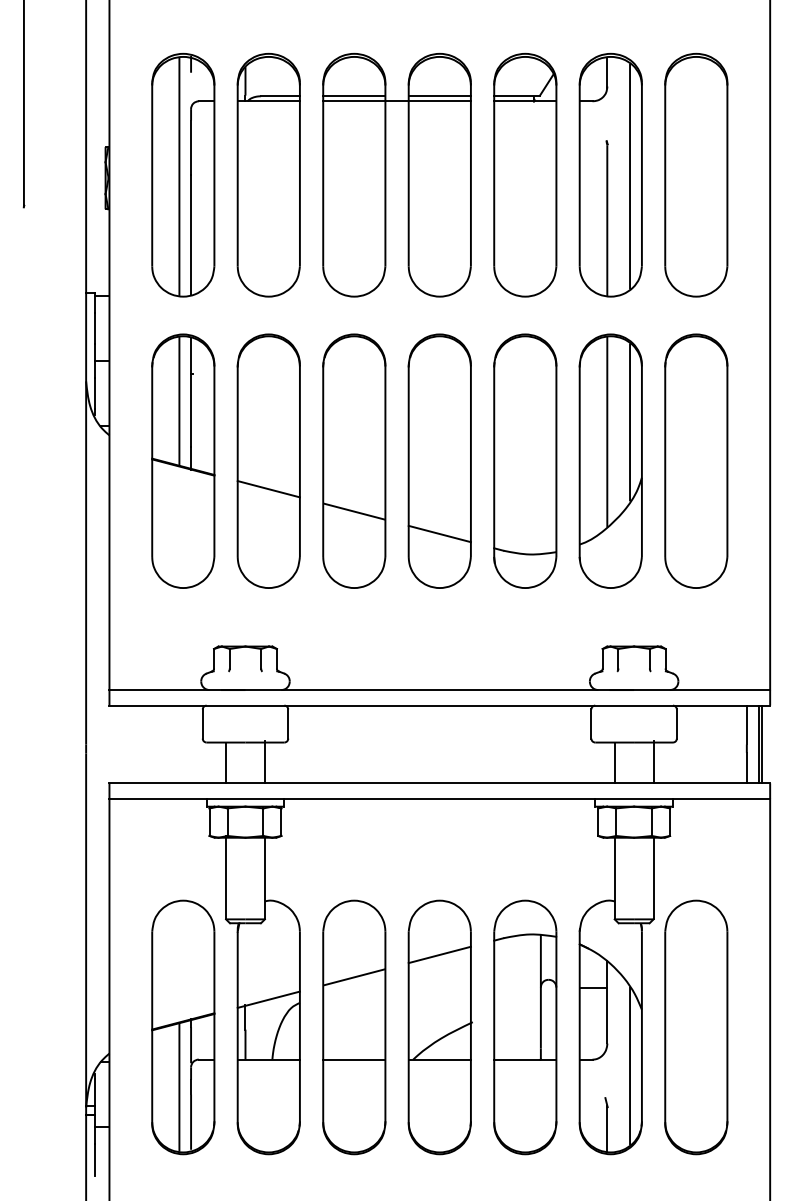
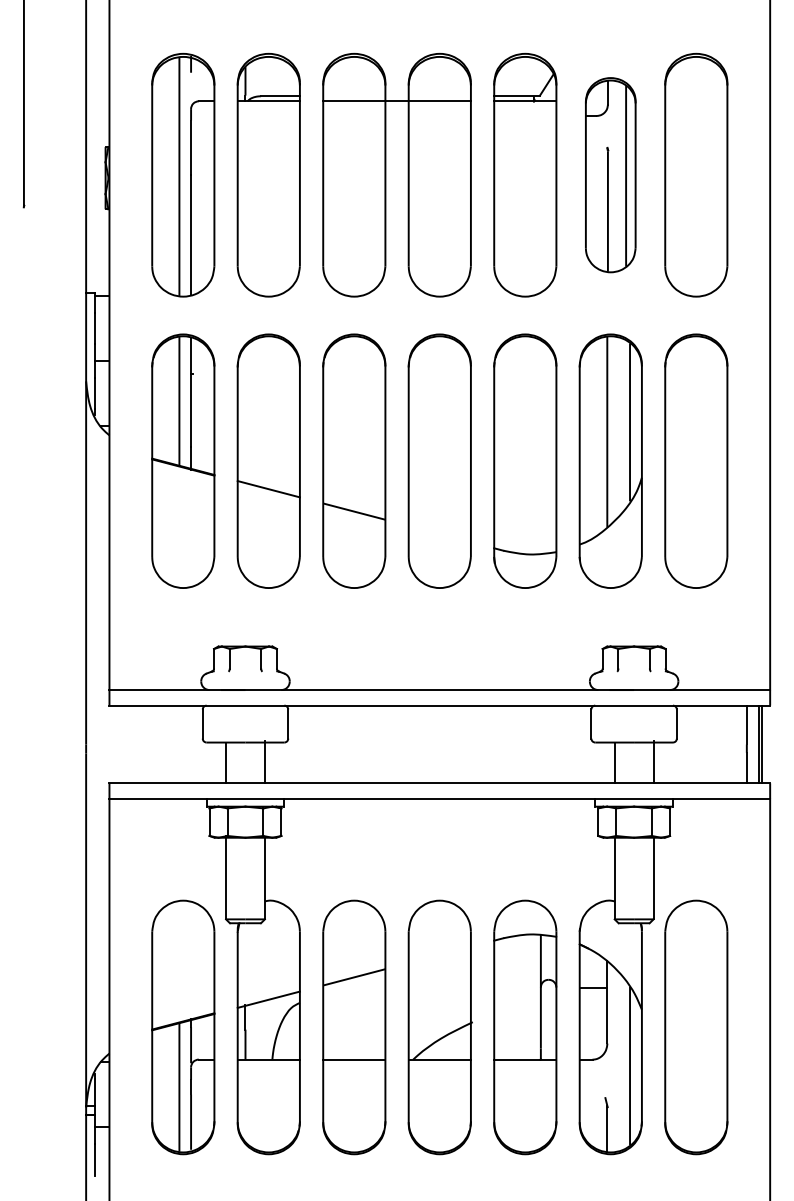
line at (354, 96): present -> none
line at (439, 96): present -> none
part at (610, 174) size: 65x246 px -> 52x197 px
line at (439, 533): present -> none
line at (439, 954): present -> none
